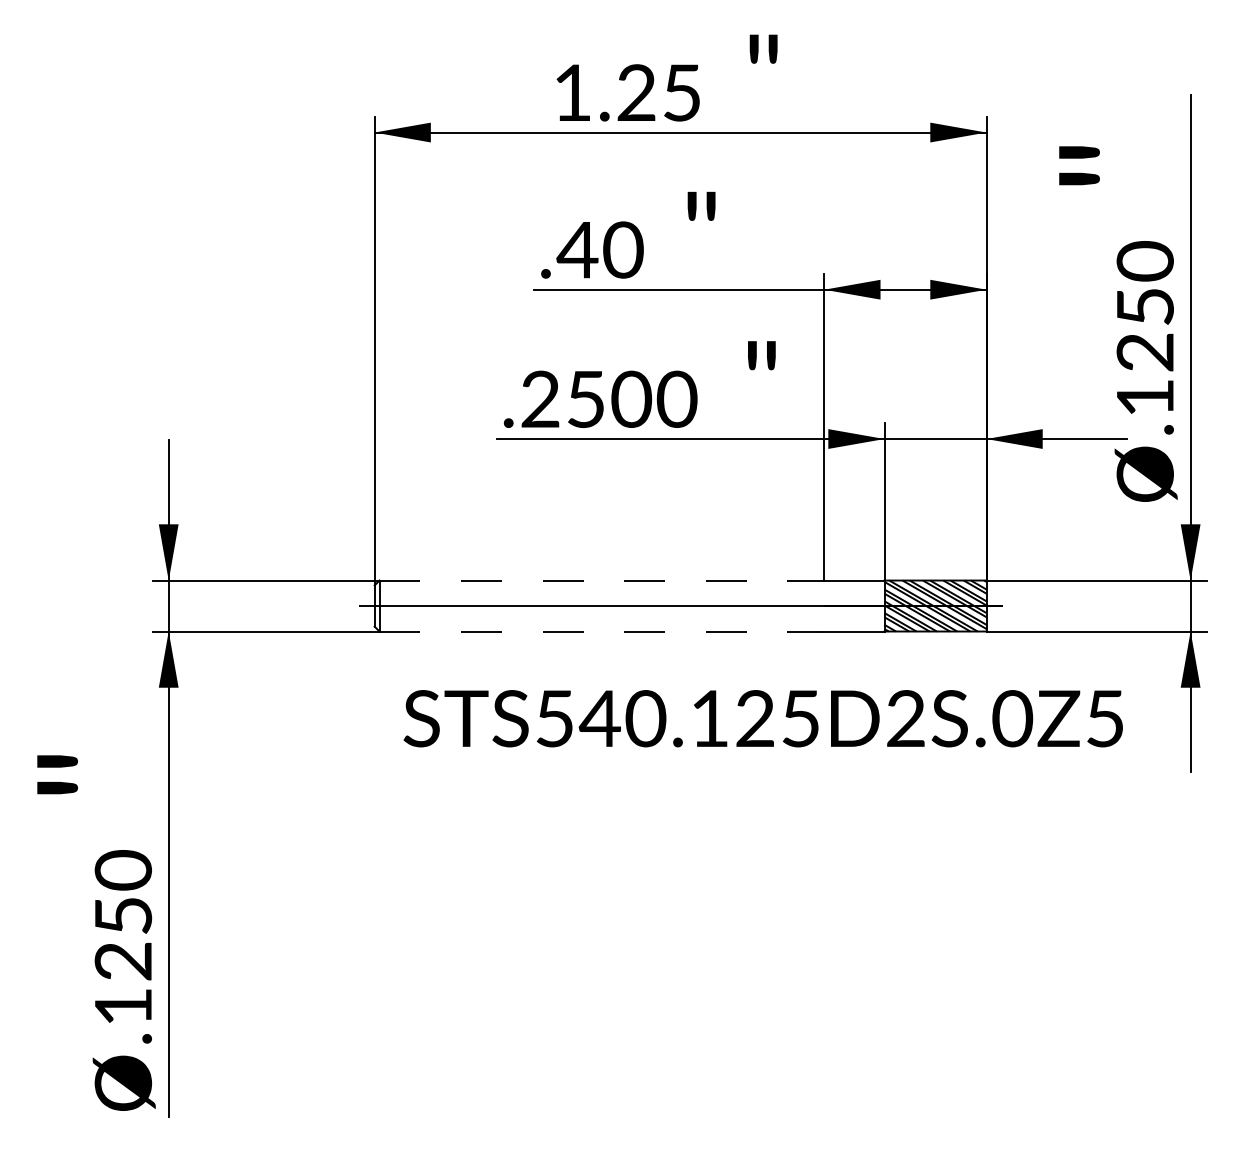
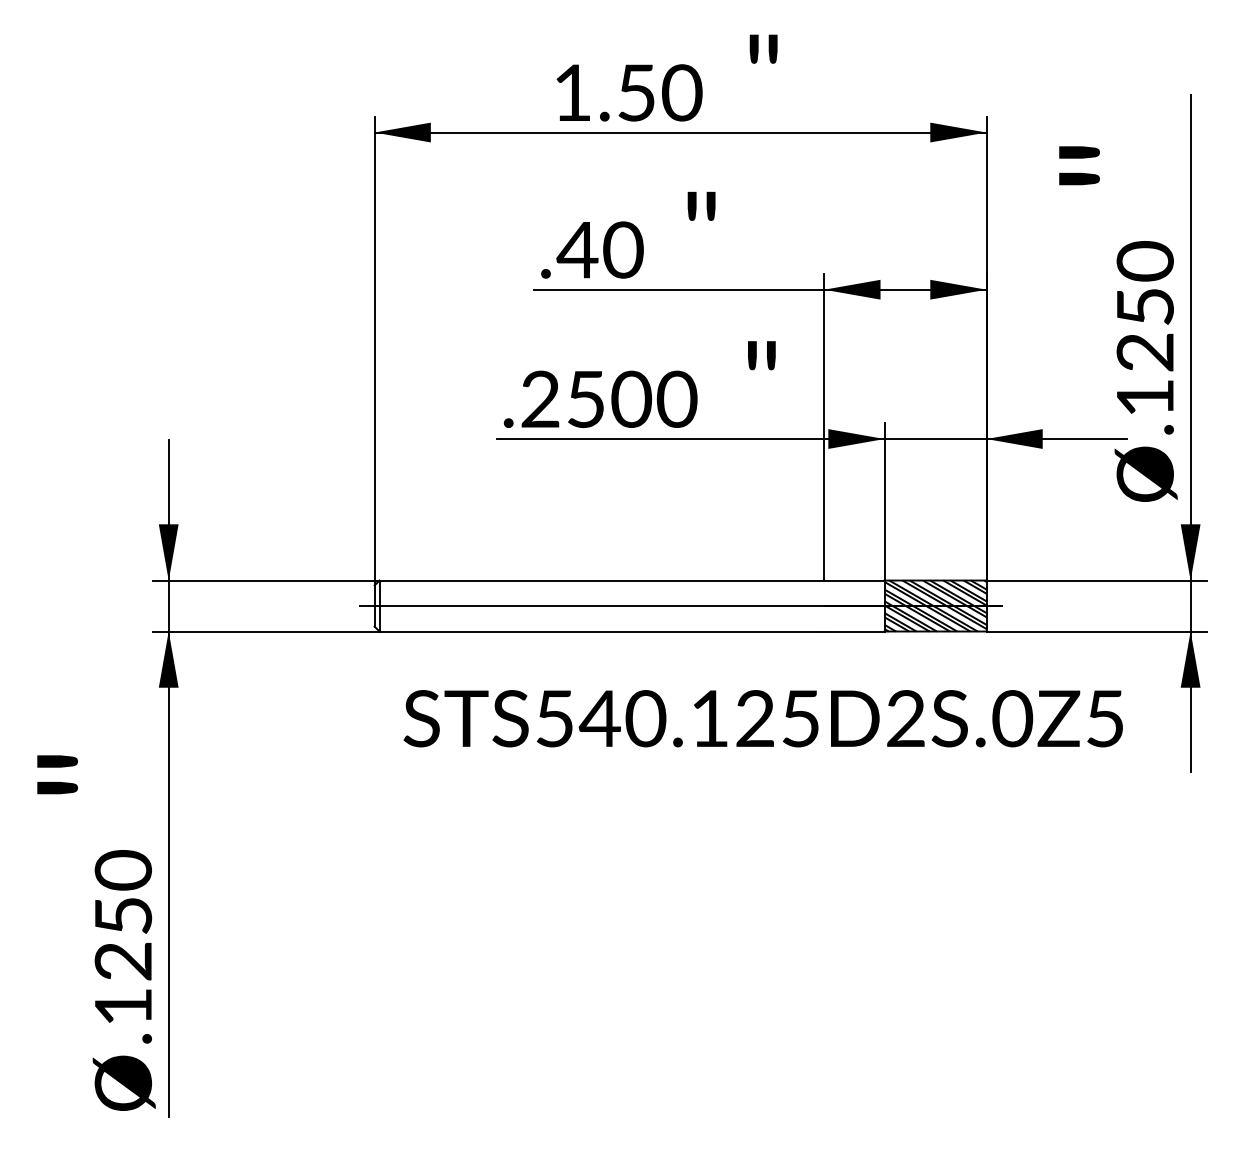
text at (659, 92): 1.25 -> 1.50
line at (602, 580): dashed -> solid
line at (602, 631): dashed -> solid
